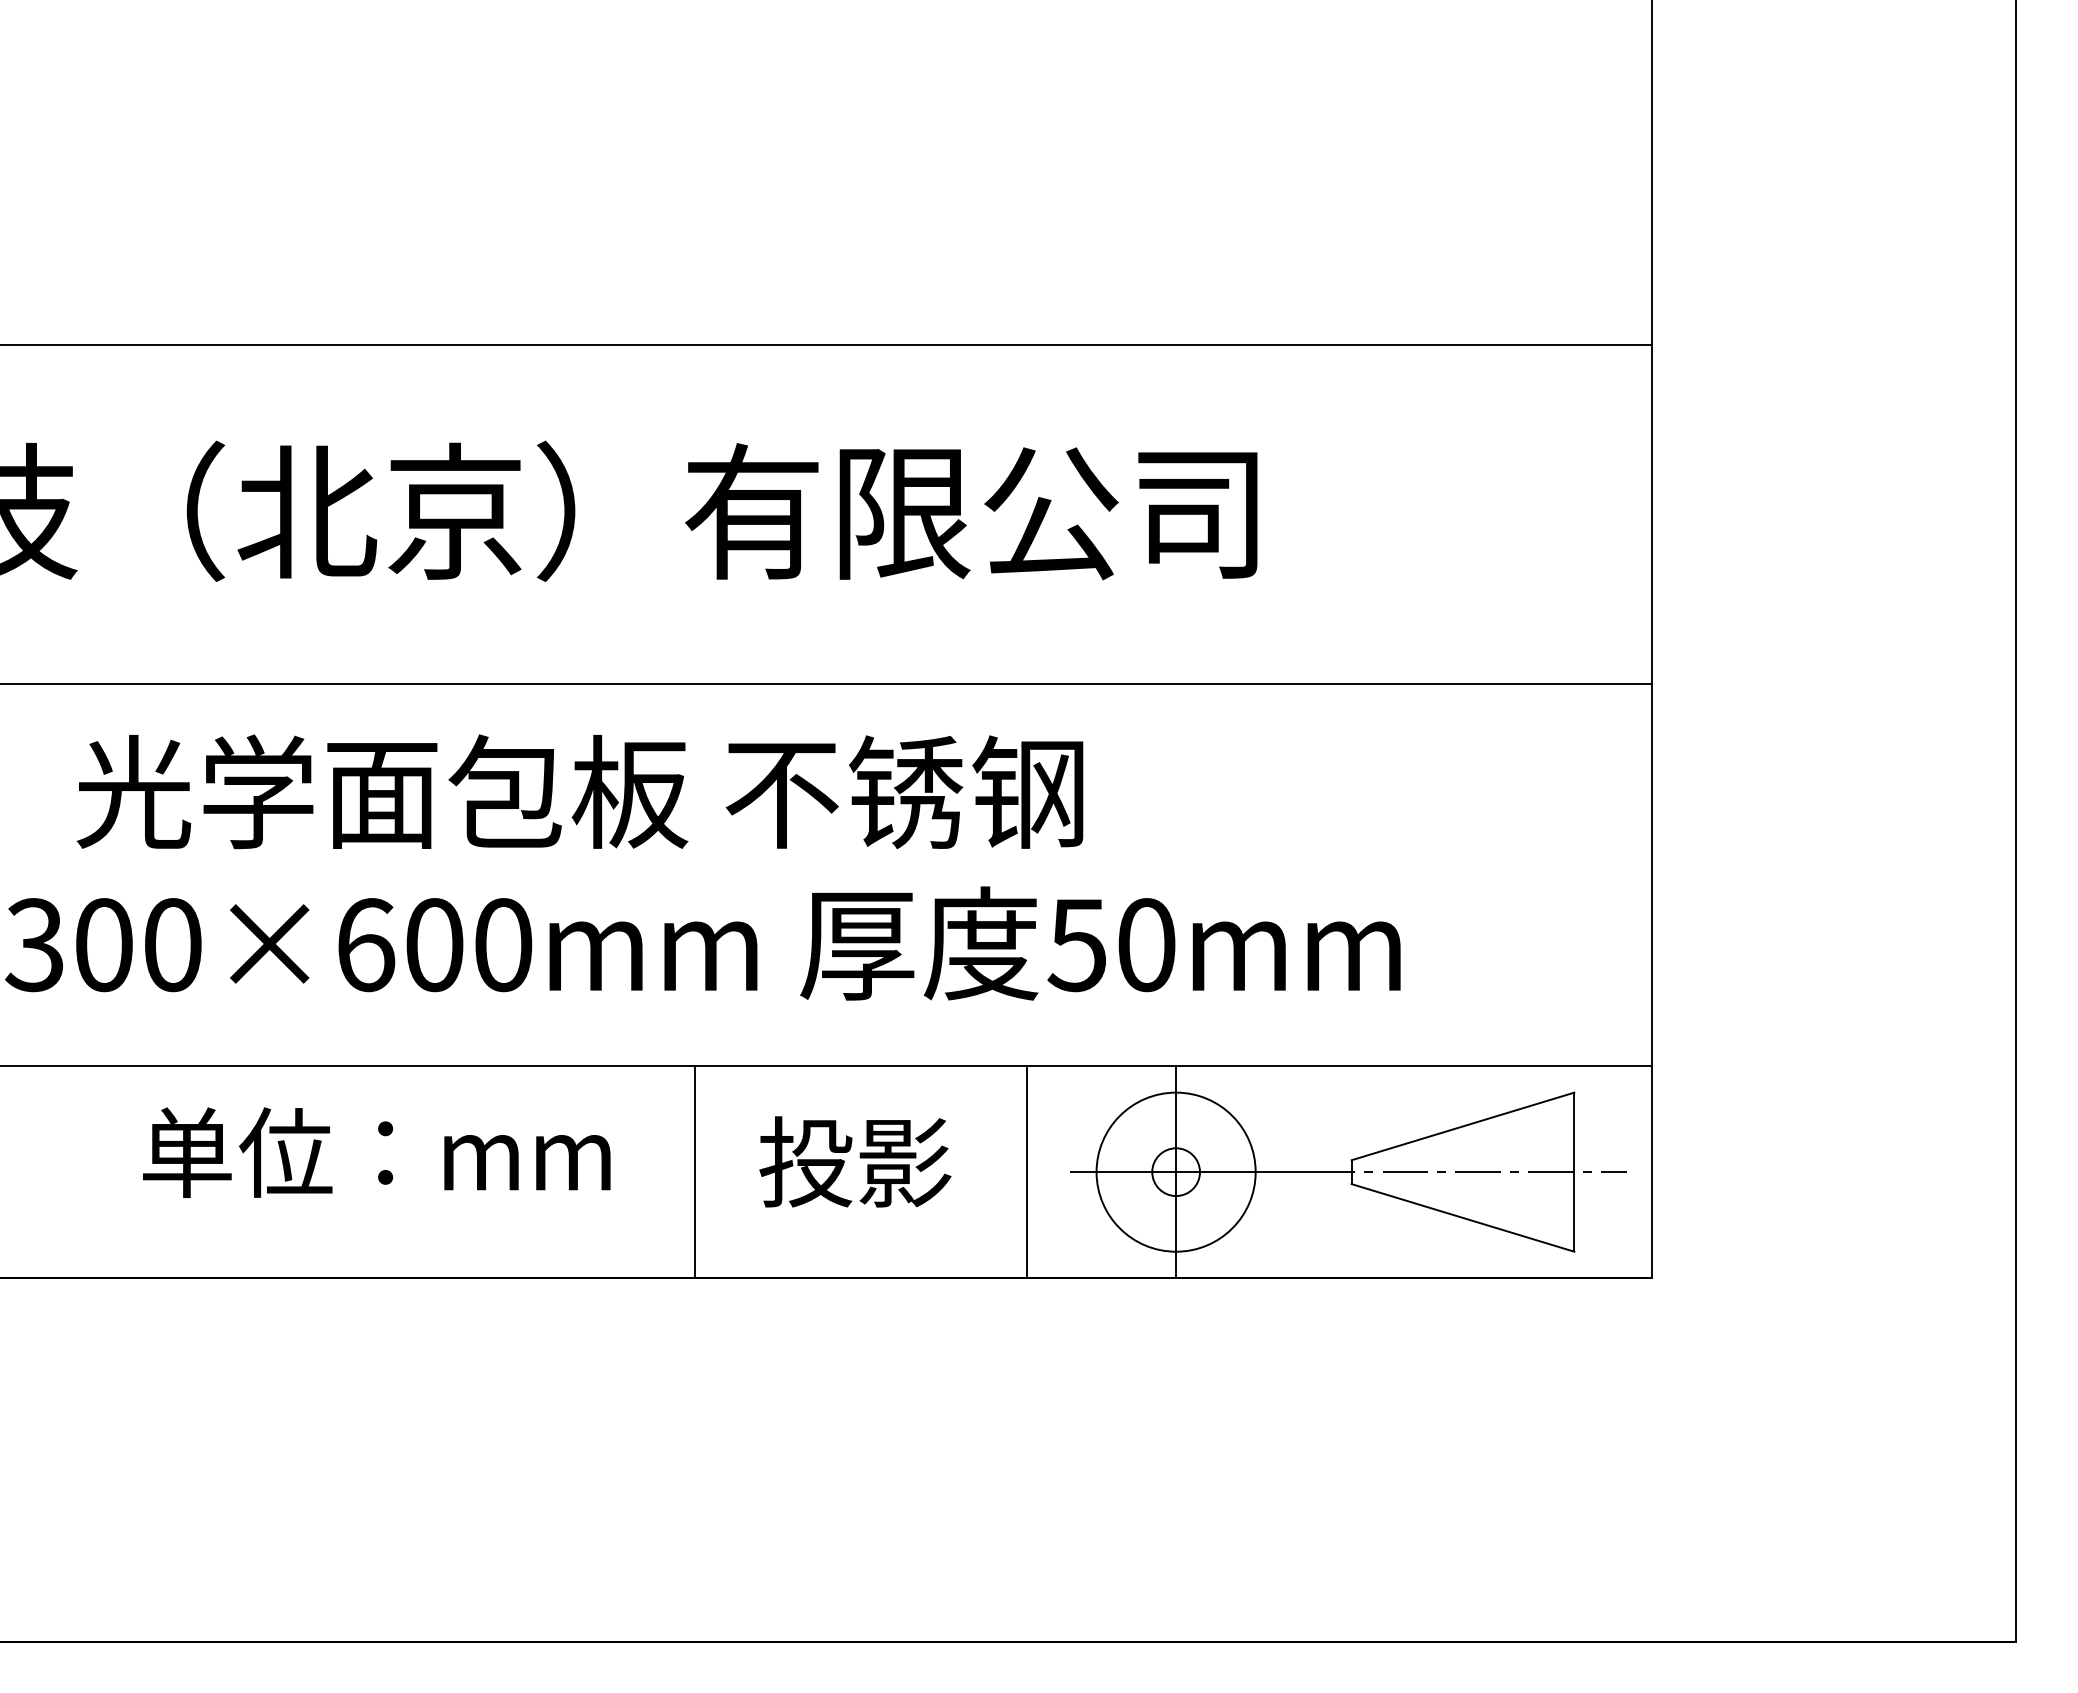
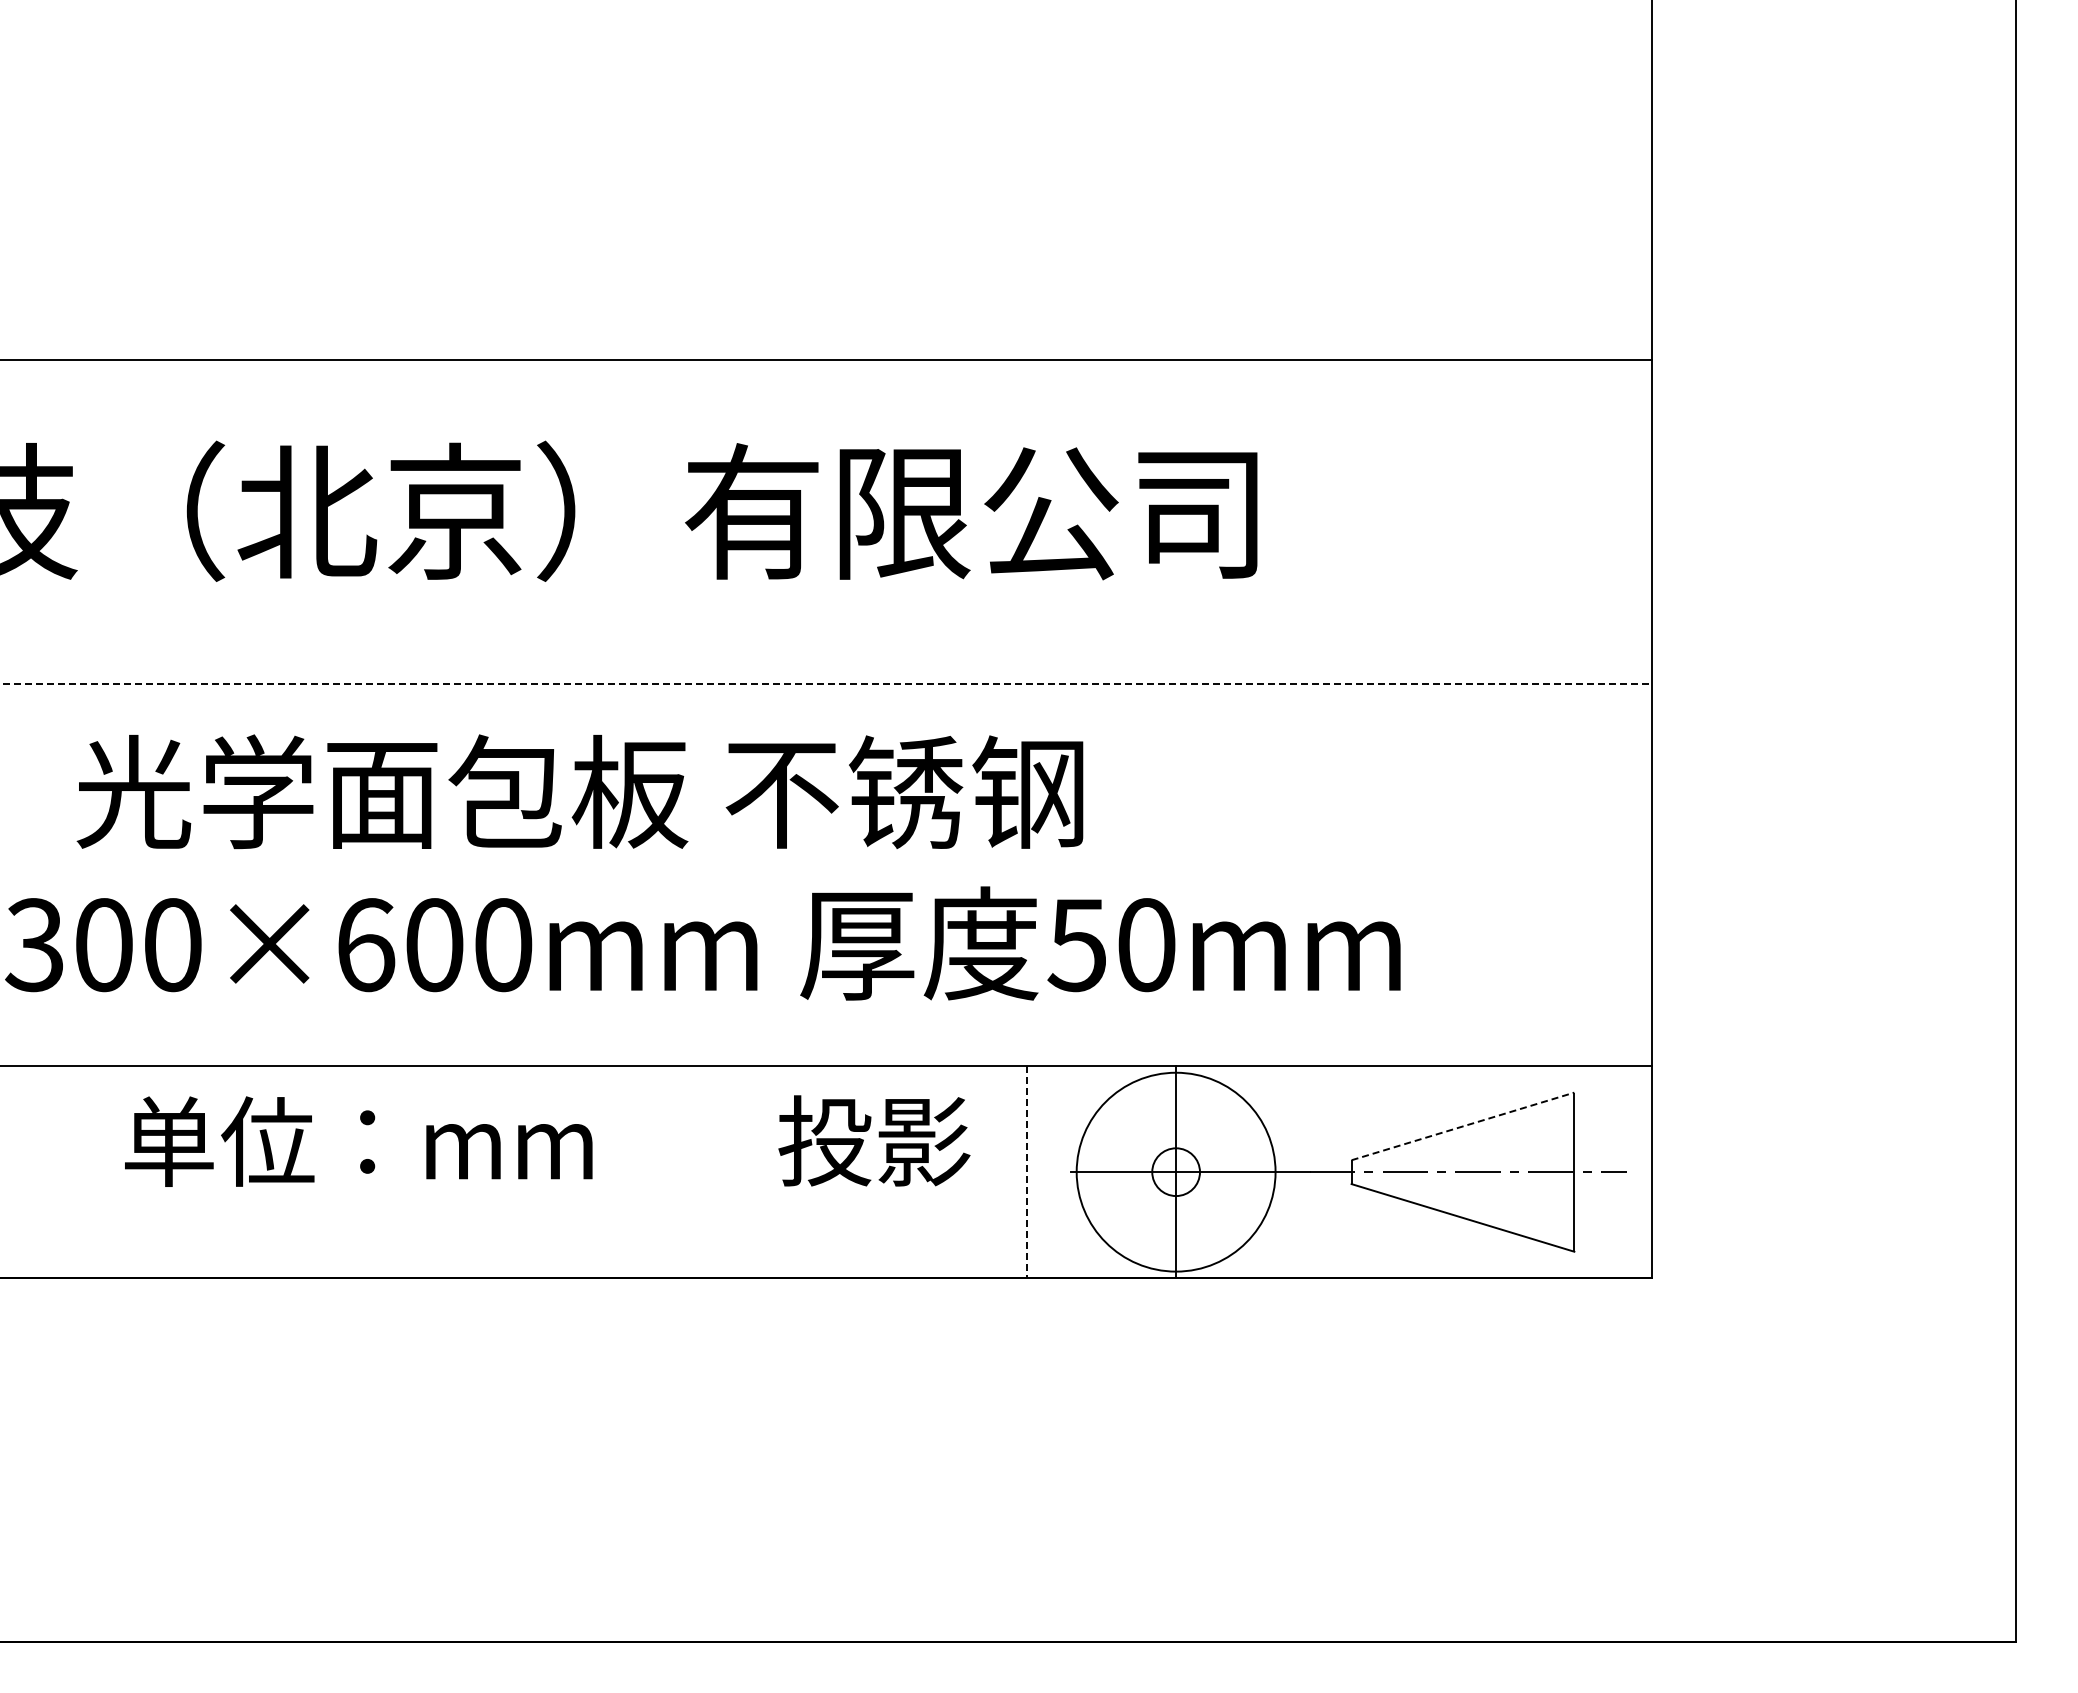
line at (827, 345) position: (827, 345) -> (827, 360)
line at (826, 684): solid -> dashed
line at (1463, 1126): solid -> dashed
text at (376, 1152) position: (376, 1152) -> (358, 1141)
text at (855, 1161) position: (855, 1161) -> (874, 1140)
line at (695, 1171): present -> none
circle at (1175, 1171) diameter: 159 px -> 199 px
line at (1027, 1172): solid -> dashed
